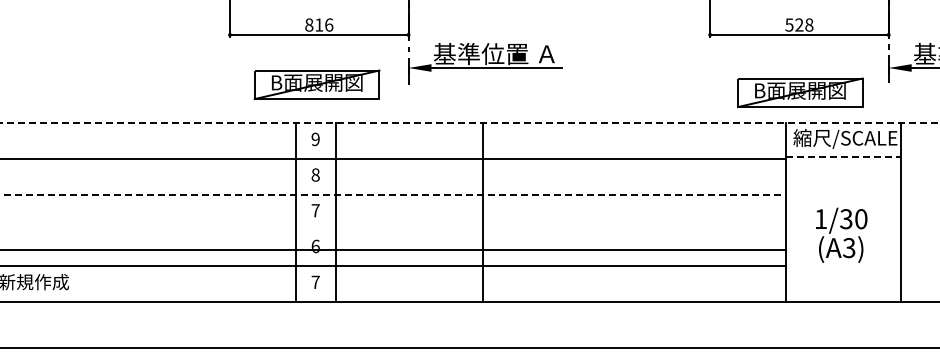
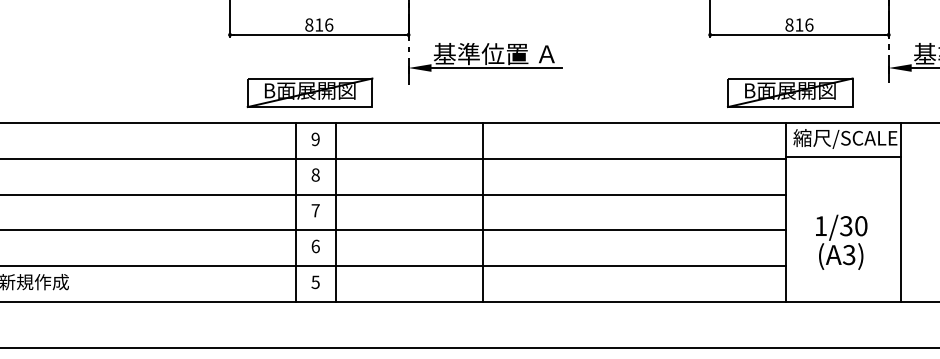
text at (799, 24): 528 -> 816
part at (316, 84) position: (316, 84) -> (309, 92)
part at (800, 92) position: (800, 92) -> (790, 92)
line at (470, 123): dashed -> solid
line at (844, 157): dashed -> solid
line at (393, 194): dashed -> solid
text at (841, 234) position: (841, 234) -> (841, 241)
line at (394, 250) position: (394, 250) -> (394, 230)
text at (315, 282): 7 -> 5
